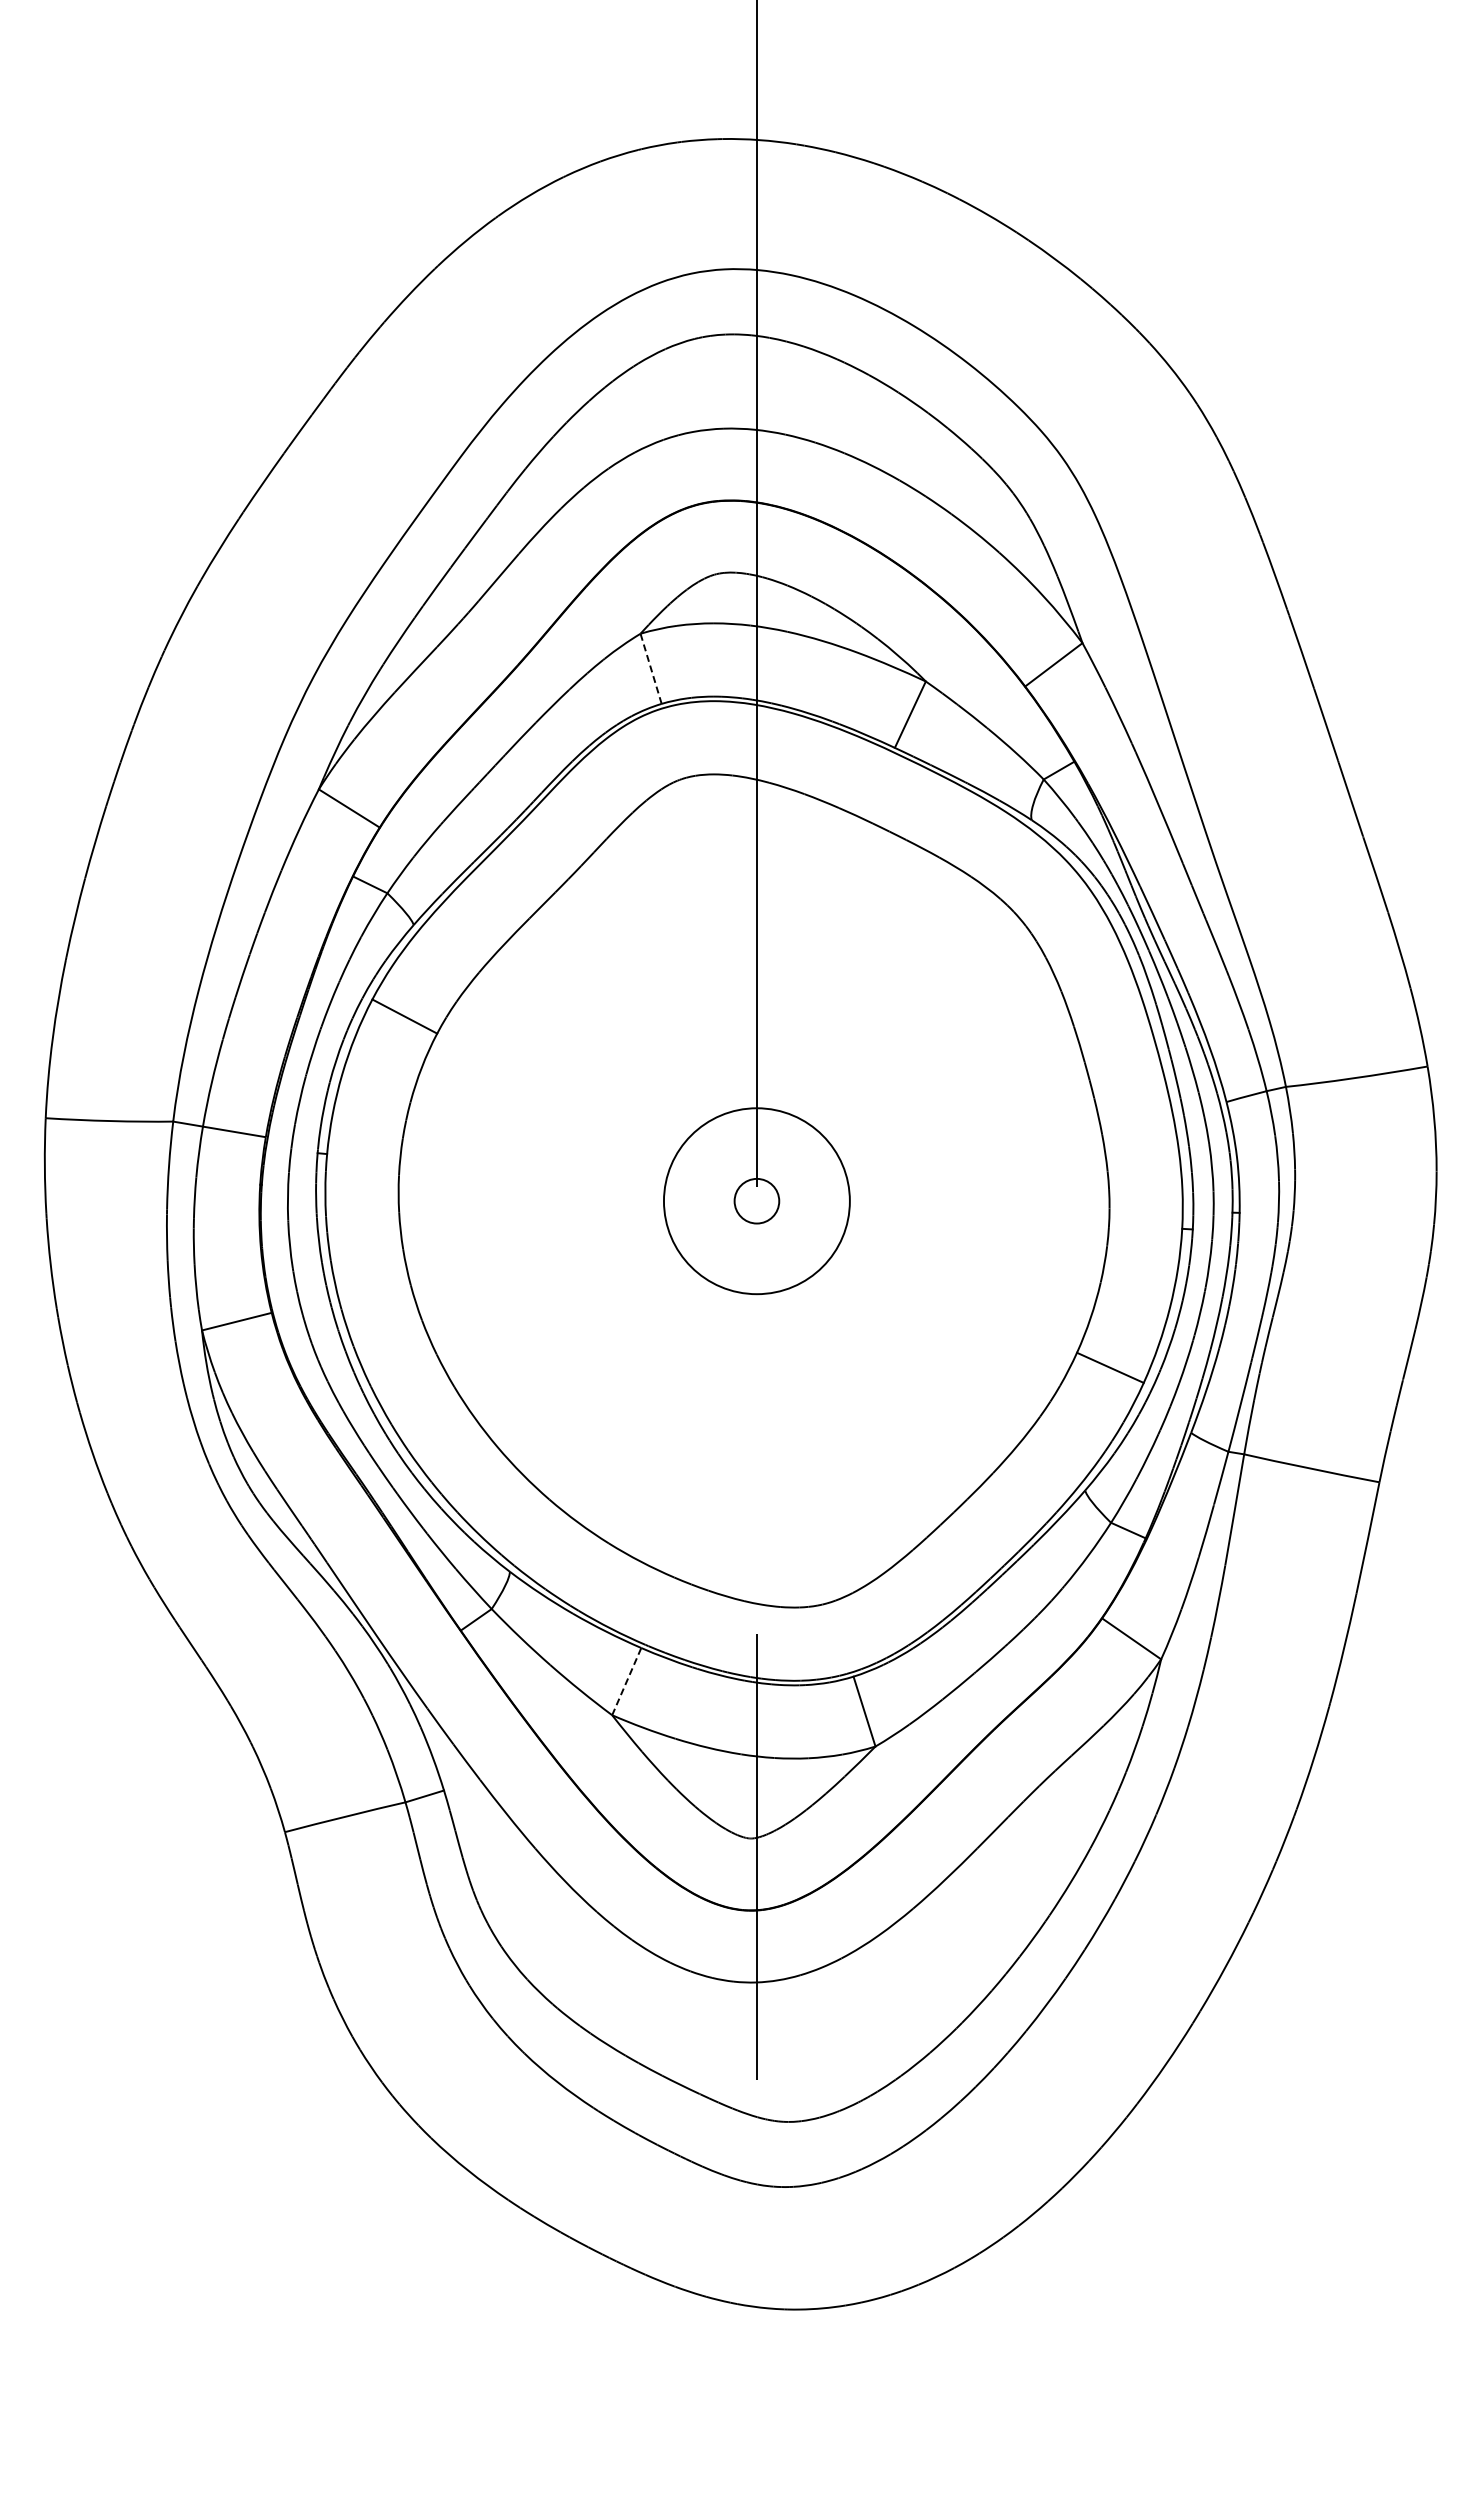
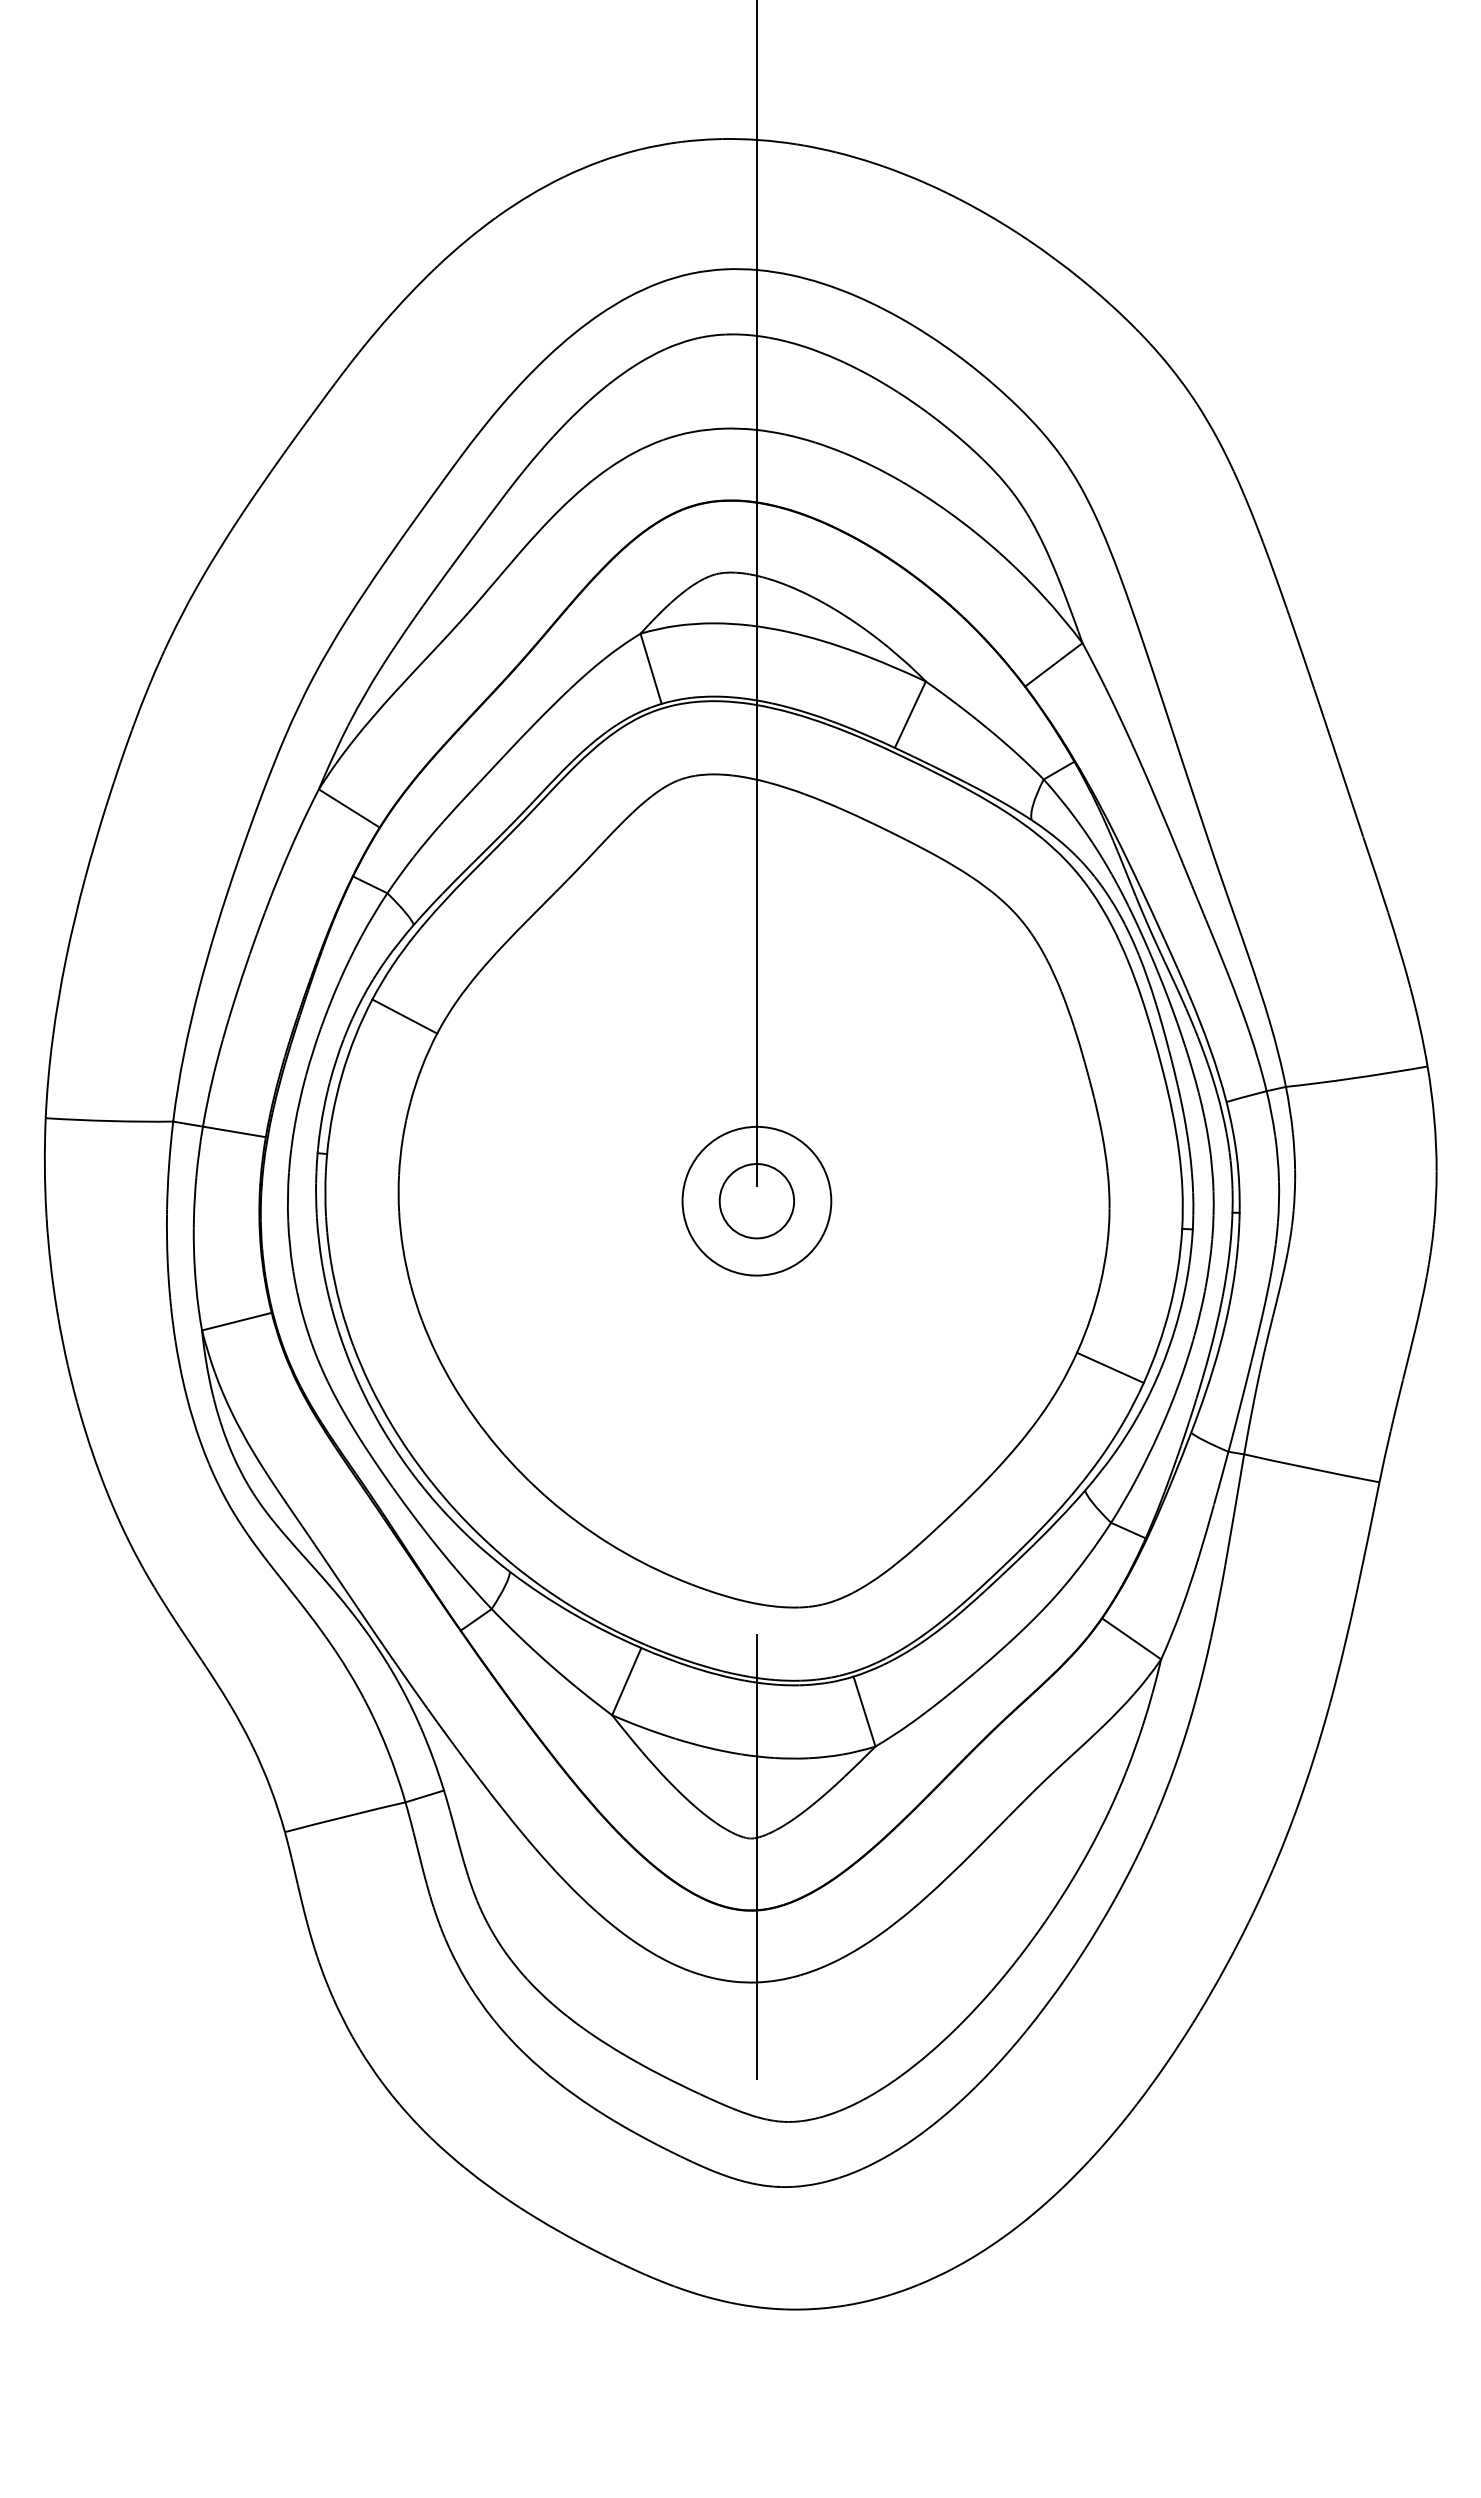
line at (651, 668): dashed -> solid
circle at (756, 1200) diameter: 45 px -> 74 px
circle at (756, 1201) diameter: 186 px -> 149 px
line at (626, 1681): dashed -> solid
